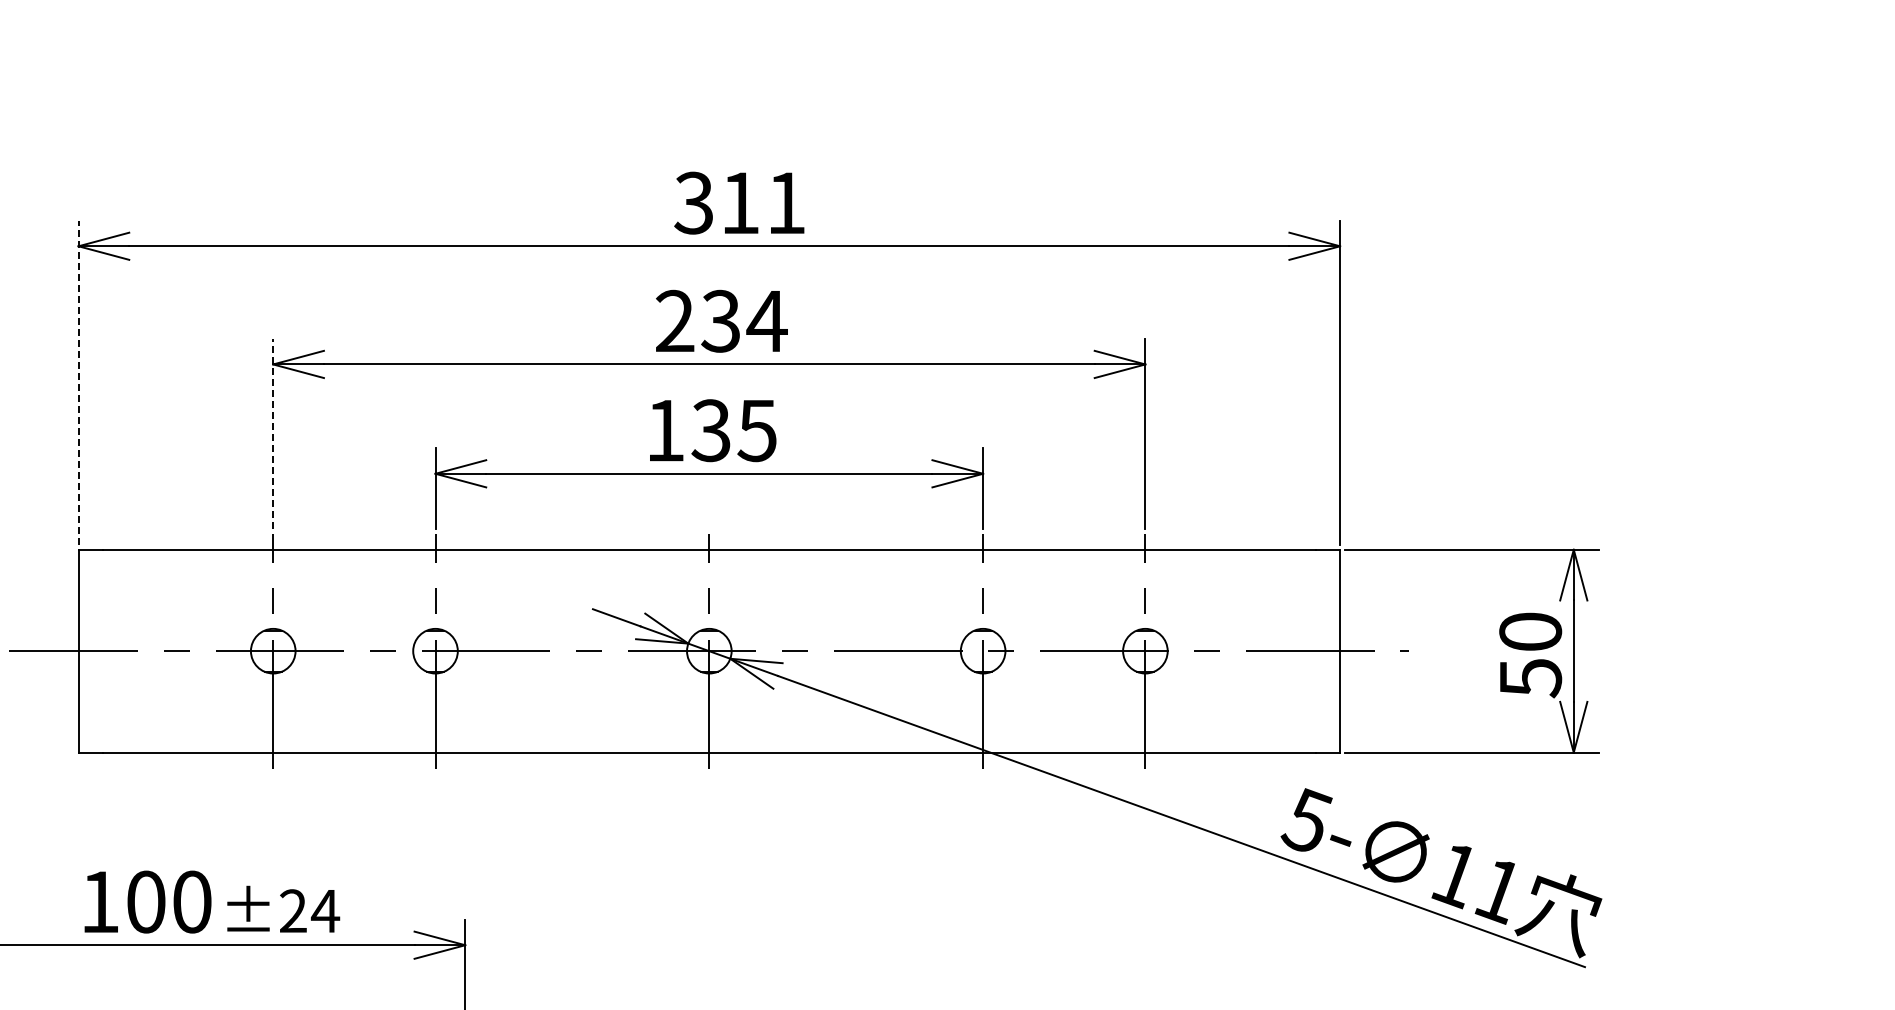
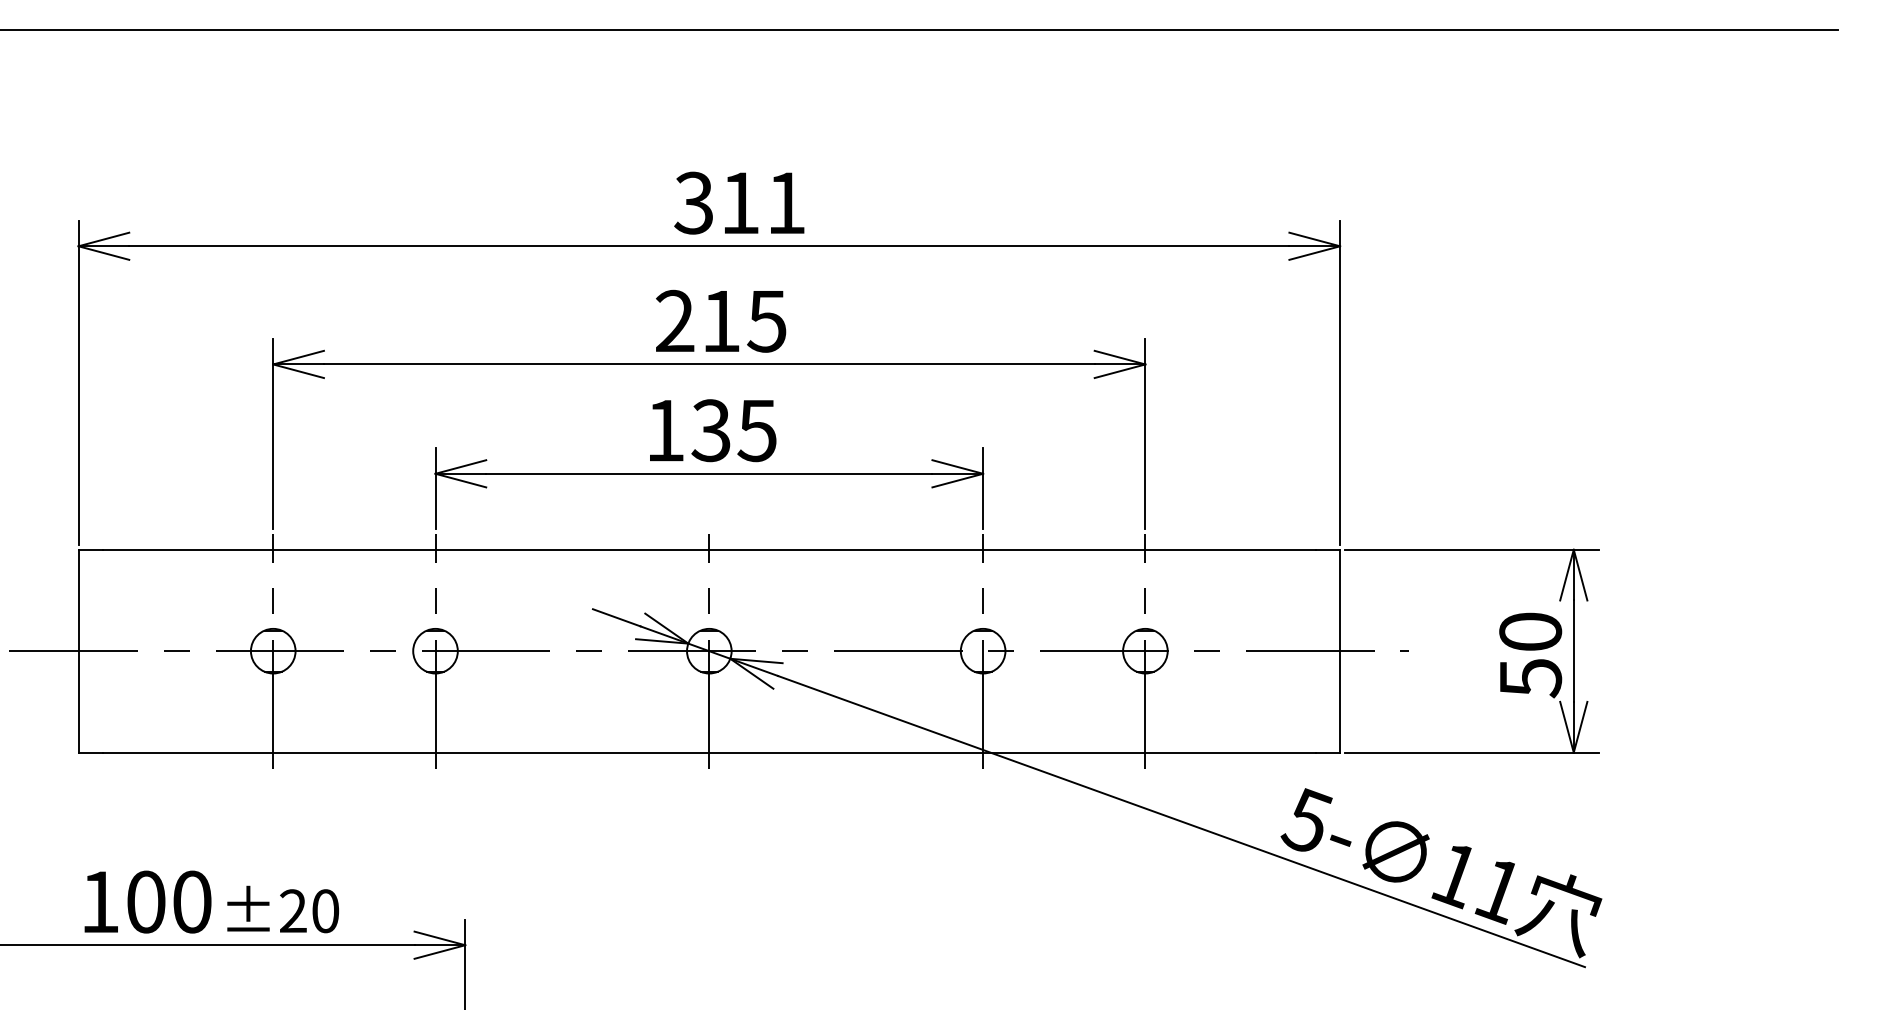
line at (920, 30): none -> present
text at (744, 320): 234 -> 215
line at (78, 382): dashed -> solid
line at (273, 433): dashed -> solid
text at (325, 911): ±24 -> ±20
